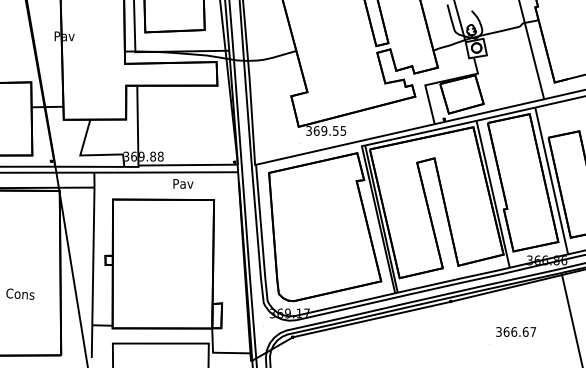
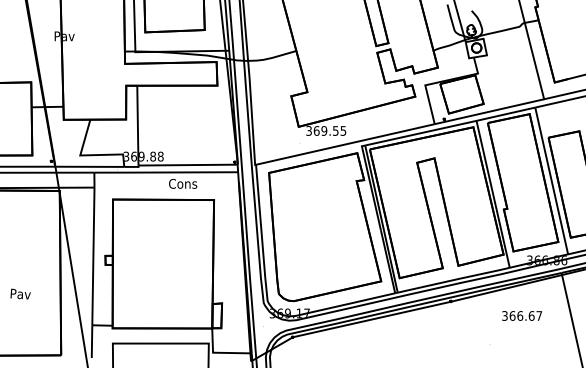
text at (183, 183): Pav -> Cons
text at (20, 293): Cons -> Pav
text at (516, 331) position: (516, 331) -> (522, 315)
